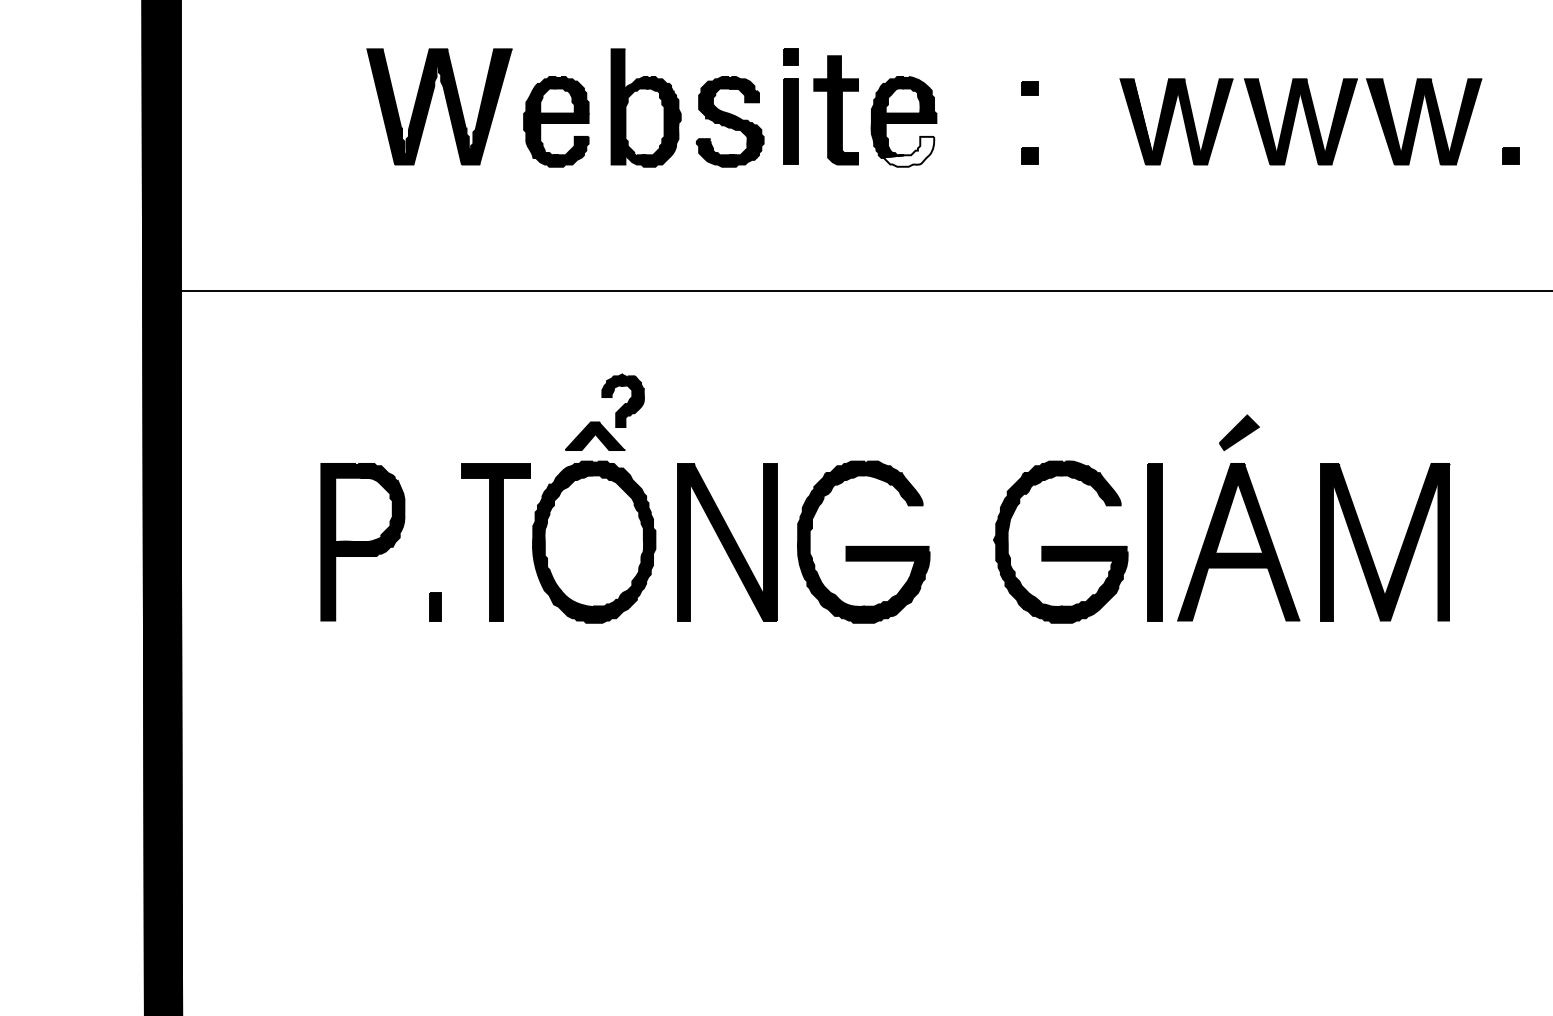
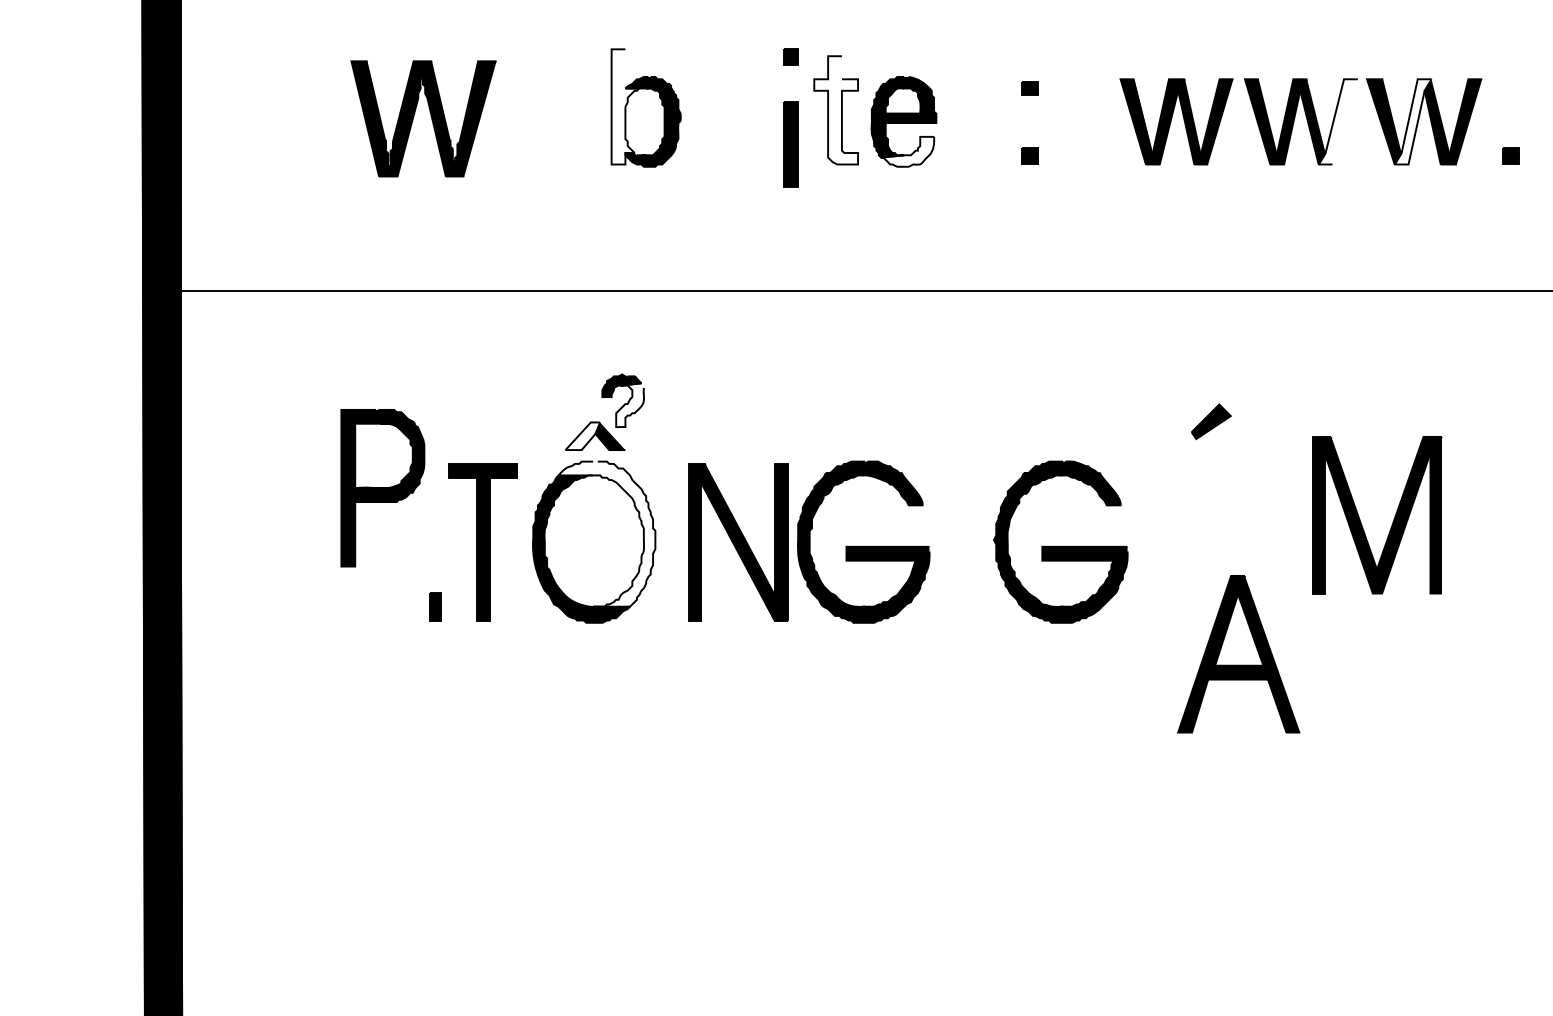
part at (446, 104) position: (446, 104) -> (430, 116)
fill at (625, 106): present -> none
fill at (836, 110): present -> none
part at (556, 121): present -> none
part at (730, 121): present -> none
part at (790, 121) position: (790, 121) -> (790, 144)
fill at (1337, 121): present -> none
fill at (1412, 121): present -> none
fill at (629, 405): present -> none
part at (1239, 432) position: (1239, 432) -> (1211, 421)
fill at (582, 436): present -> none
fill at (606, 533): present -> none
part at (362, 542) position: (362, 542) -> (382, 488)
part at (495, 542) position: (495, 542) -> (482, 542)
part at (727, 542) position: (727, 542) -> (738, 542)
part at (1154, 542): present -> none
part at (1238, 542) position: (1238, 542) -> (1238, 654)
part at (1400, 548) position: (1400, 548) -> (1392, 521)
